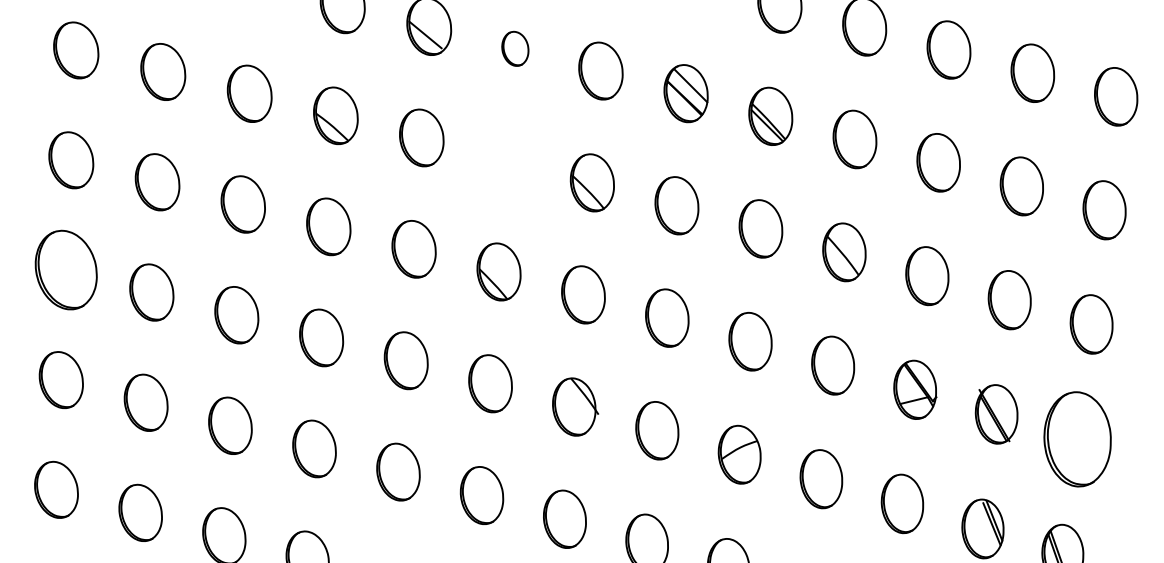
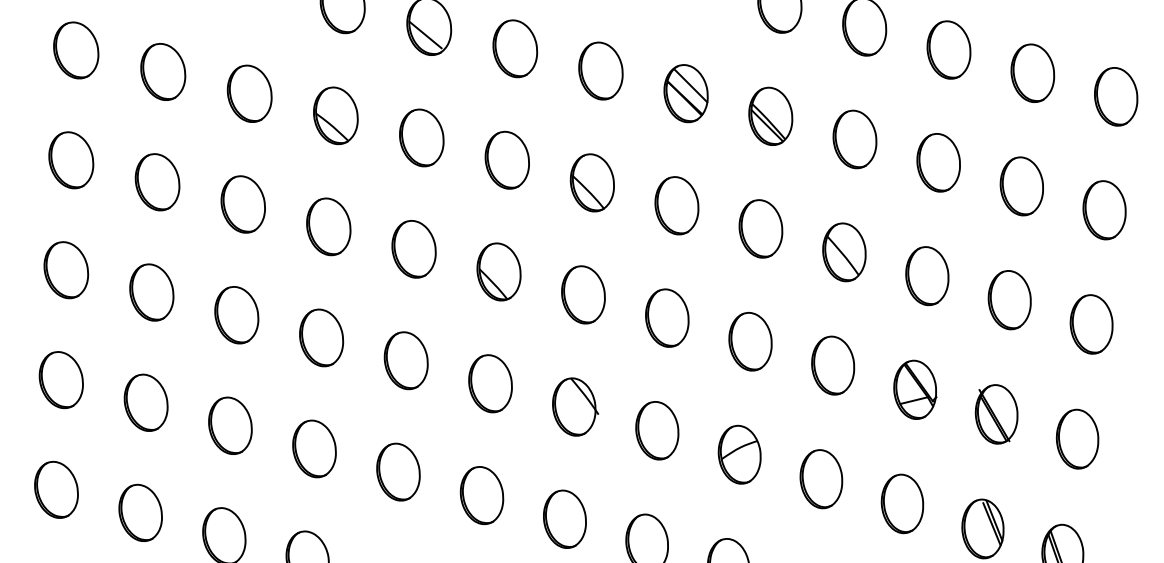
part at (515, 48) size: 29x37 px -> 47x60 px
part at (506, 159): none -> present
part at (65, 269) size: 64x82 px -> 47x59 px
part at (1077, 439) size: 69x97 px -> 45x62 px
